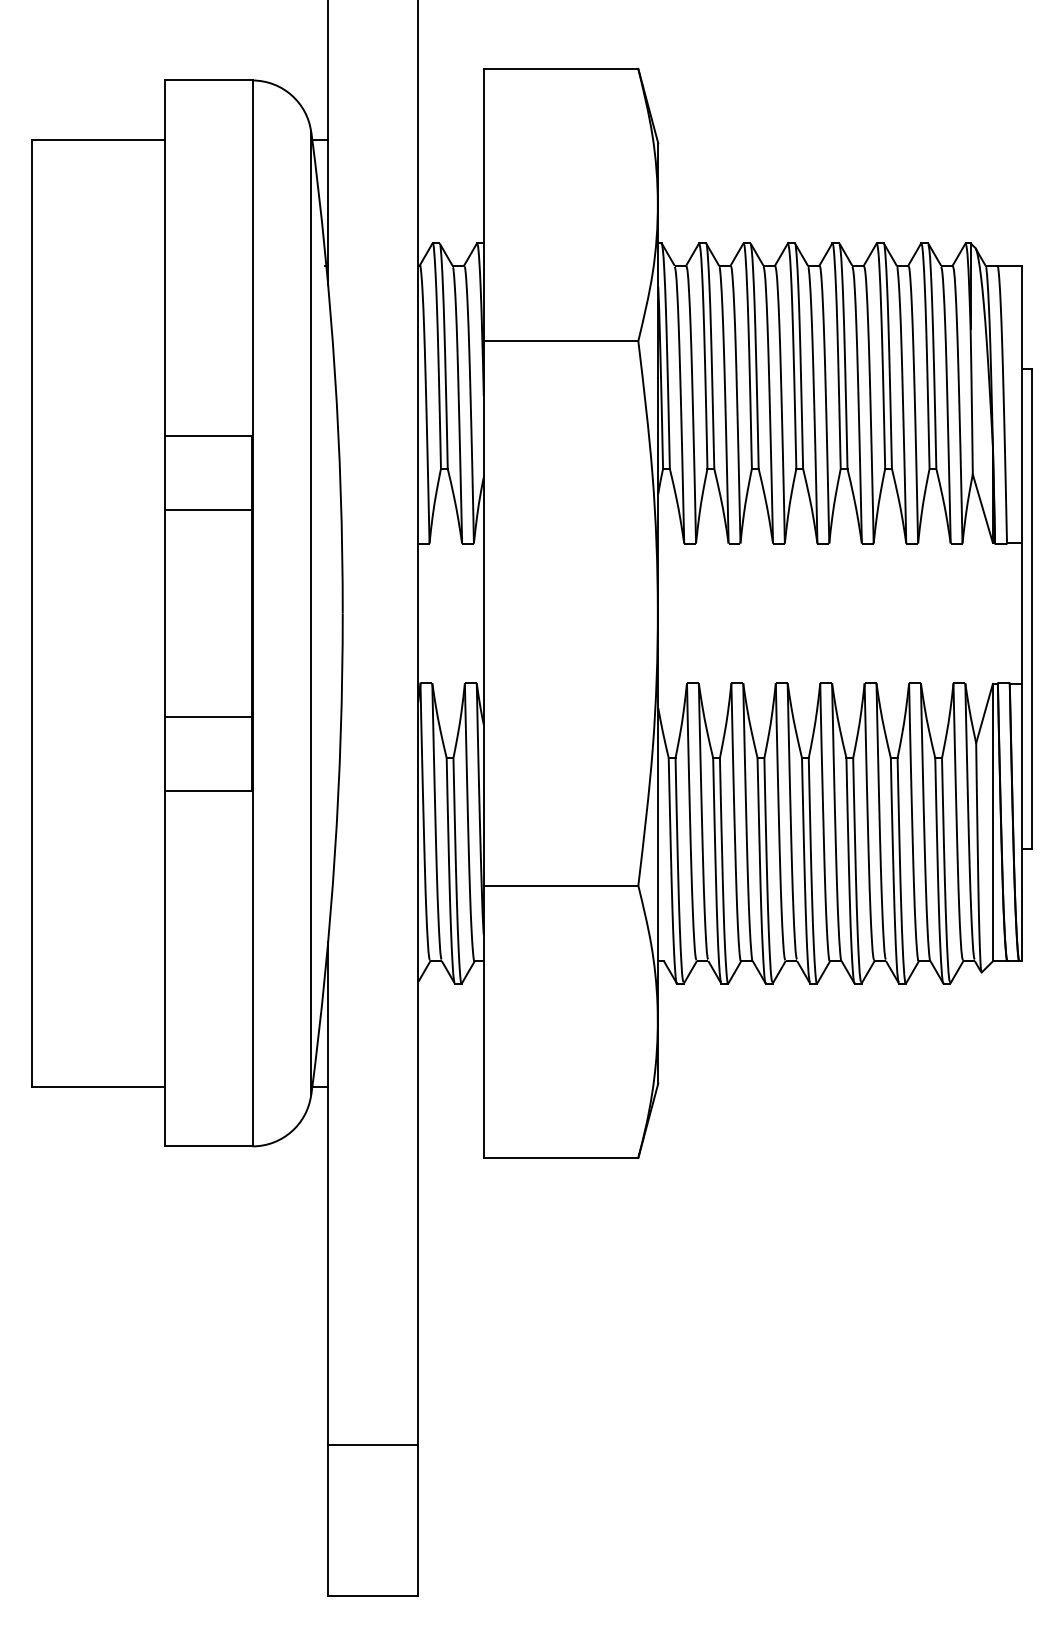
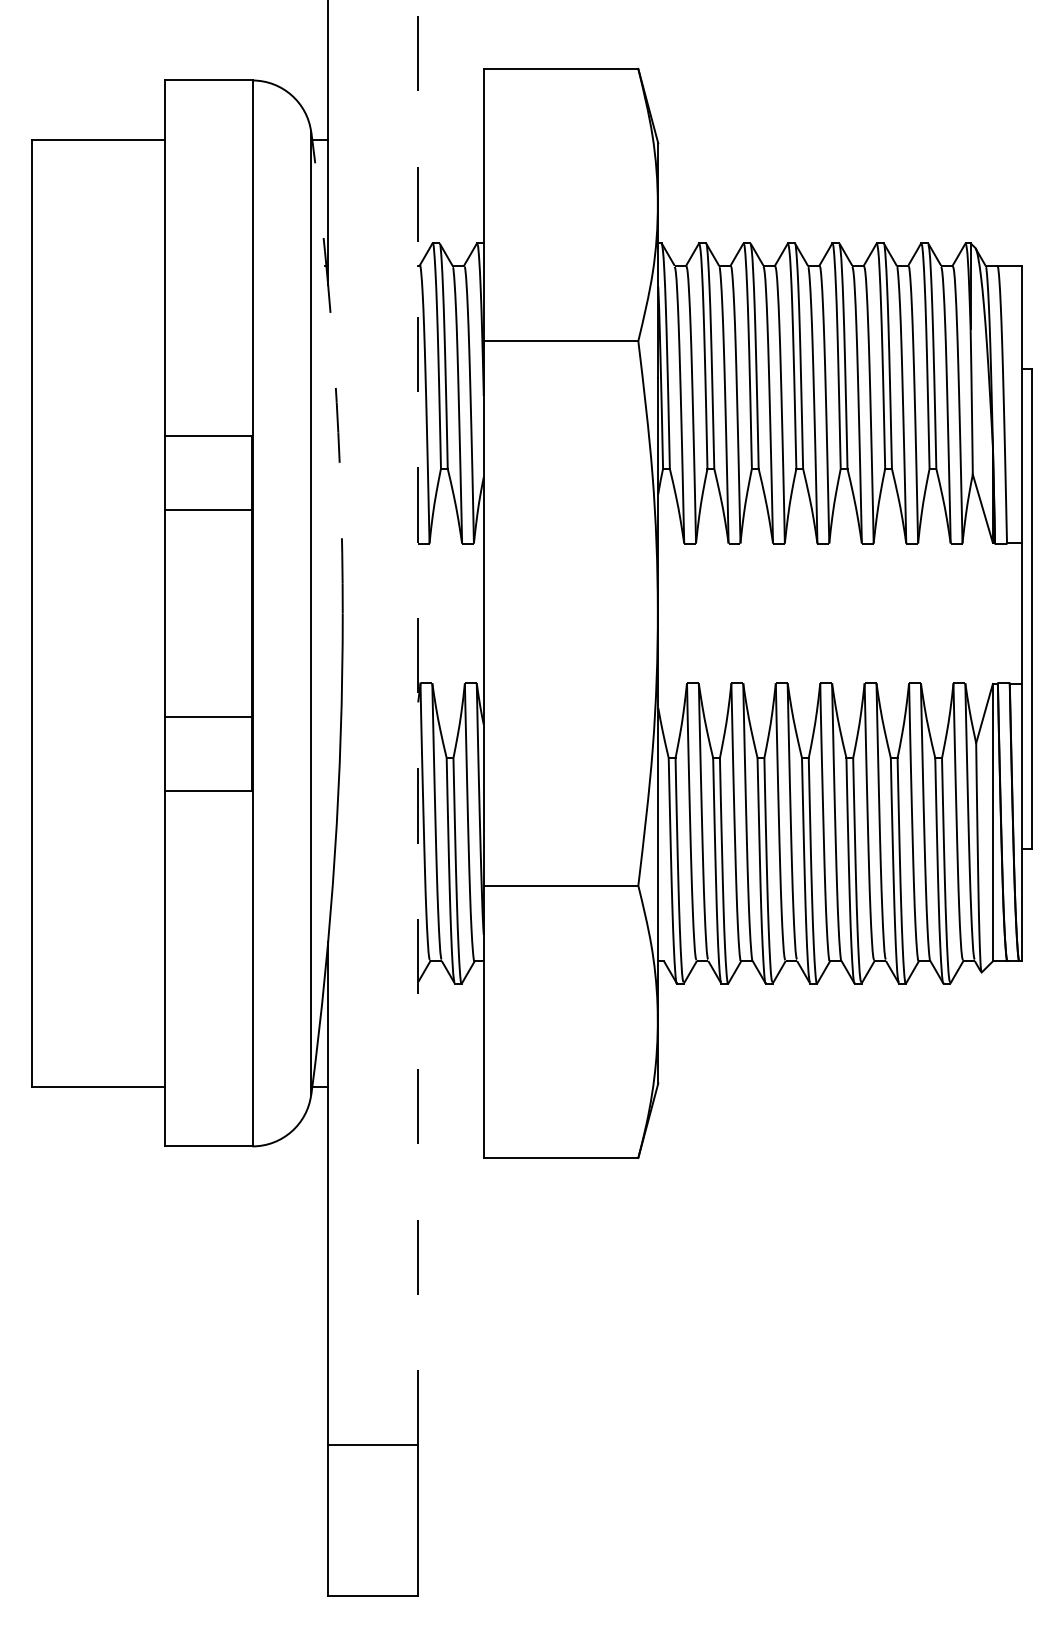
arc at (334, 372): solid -> dashed
line at (418, 722): solid -> dashed
